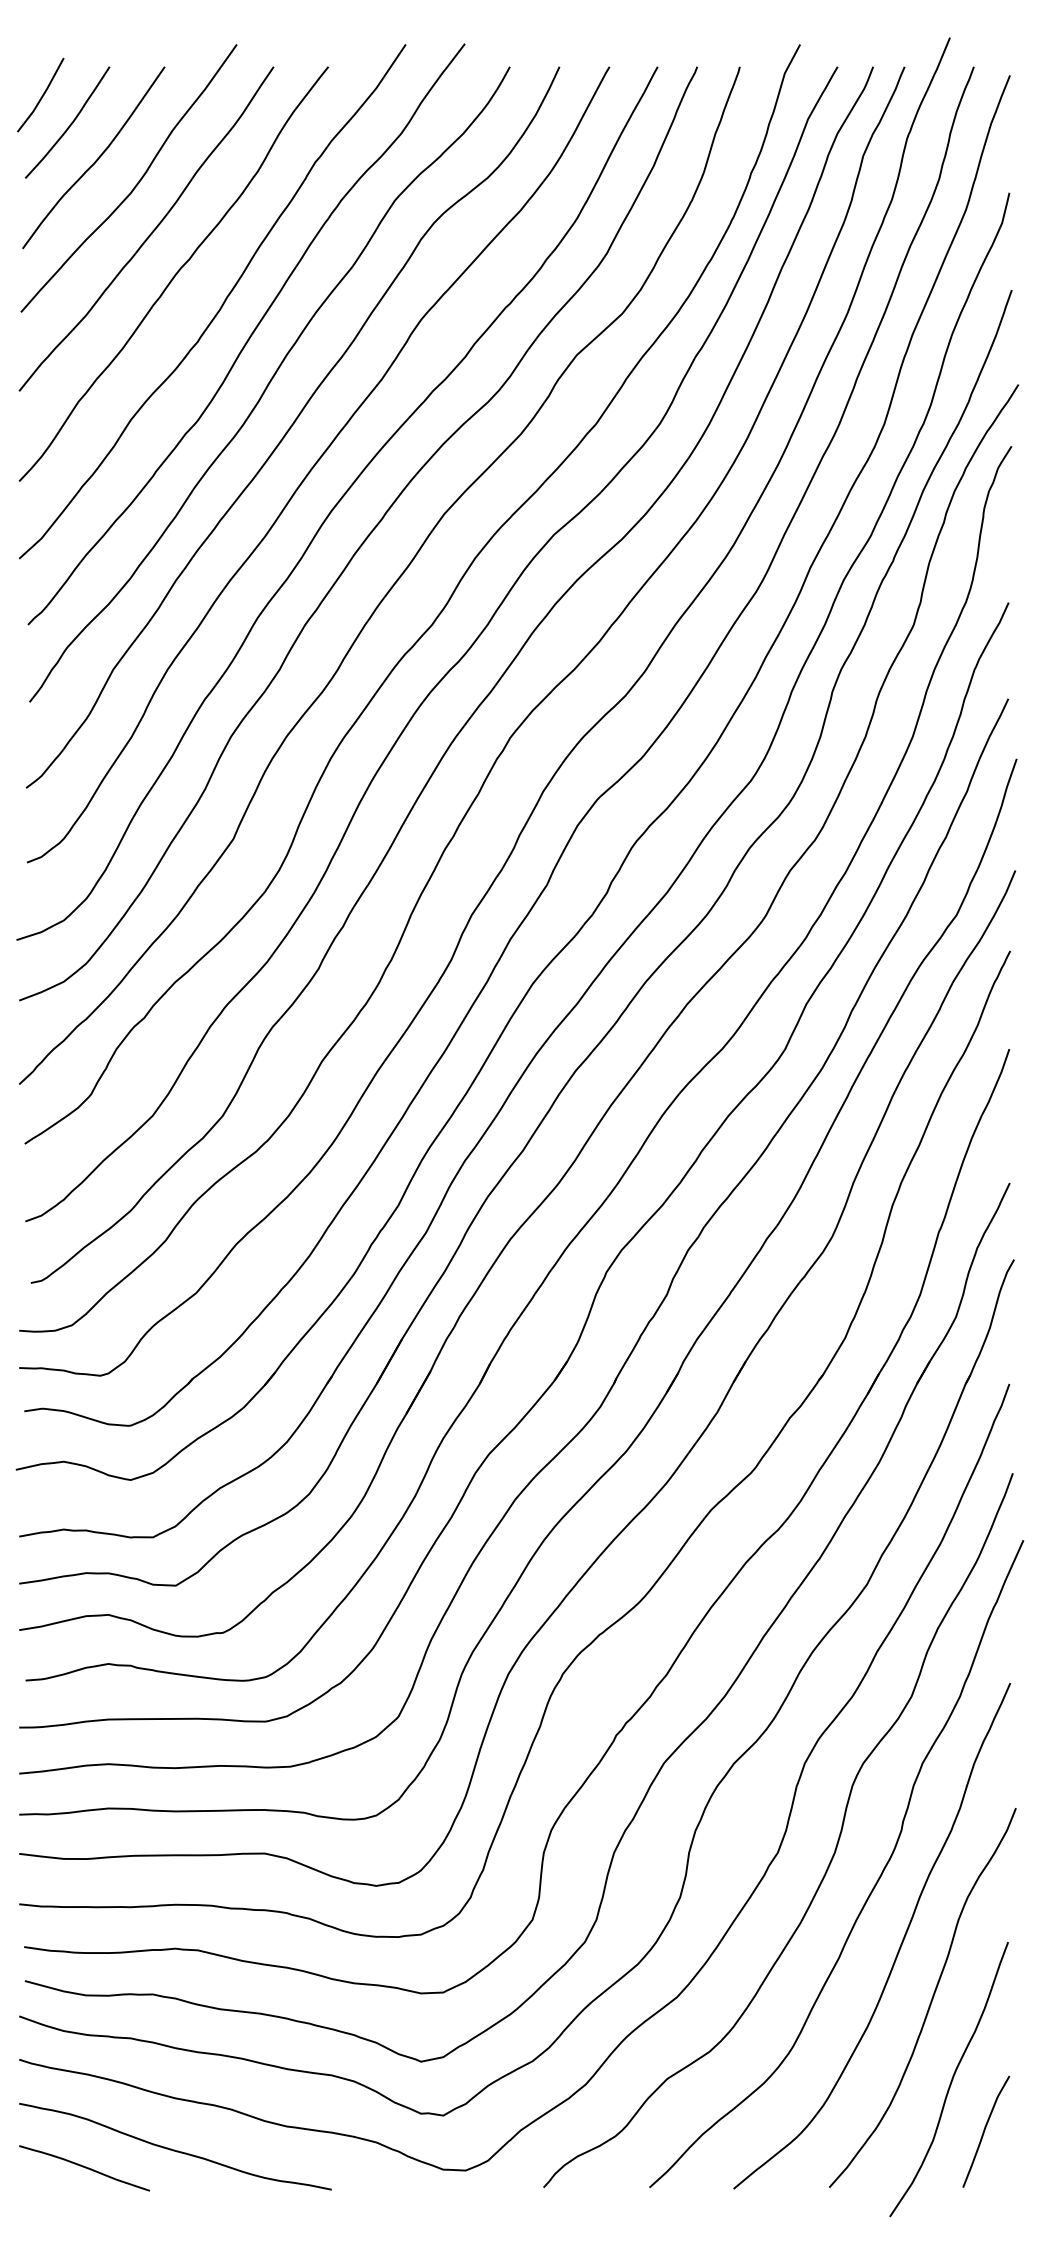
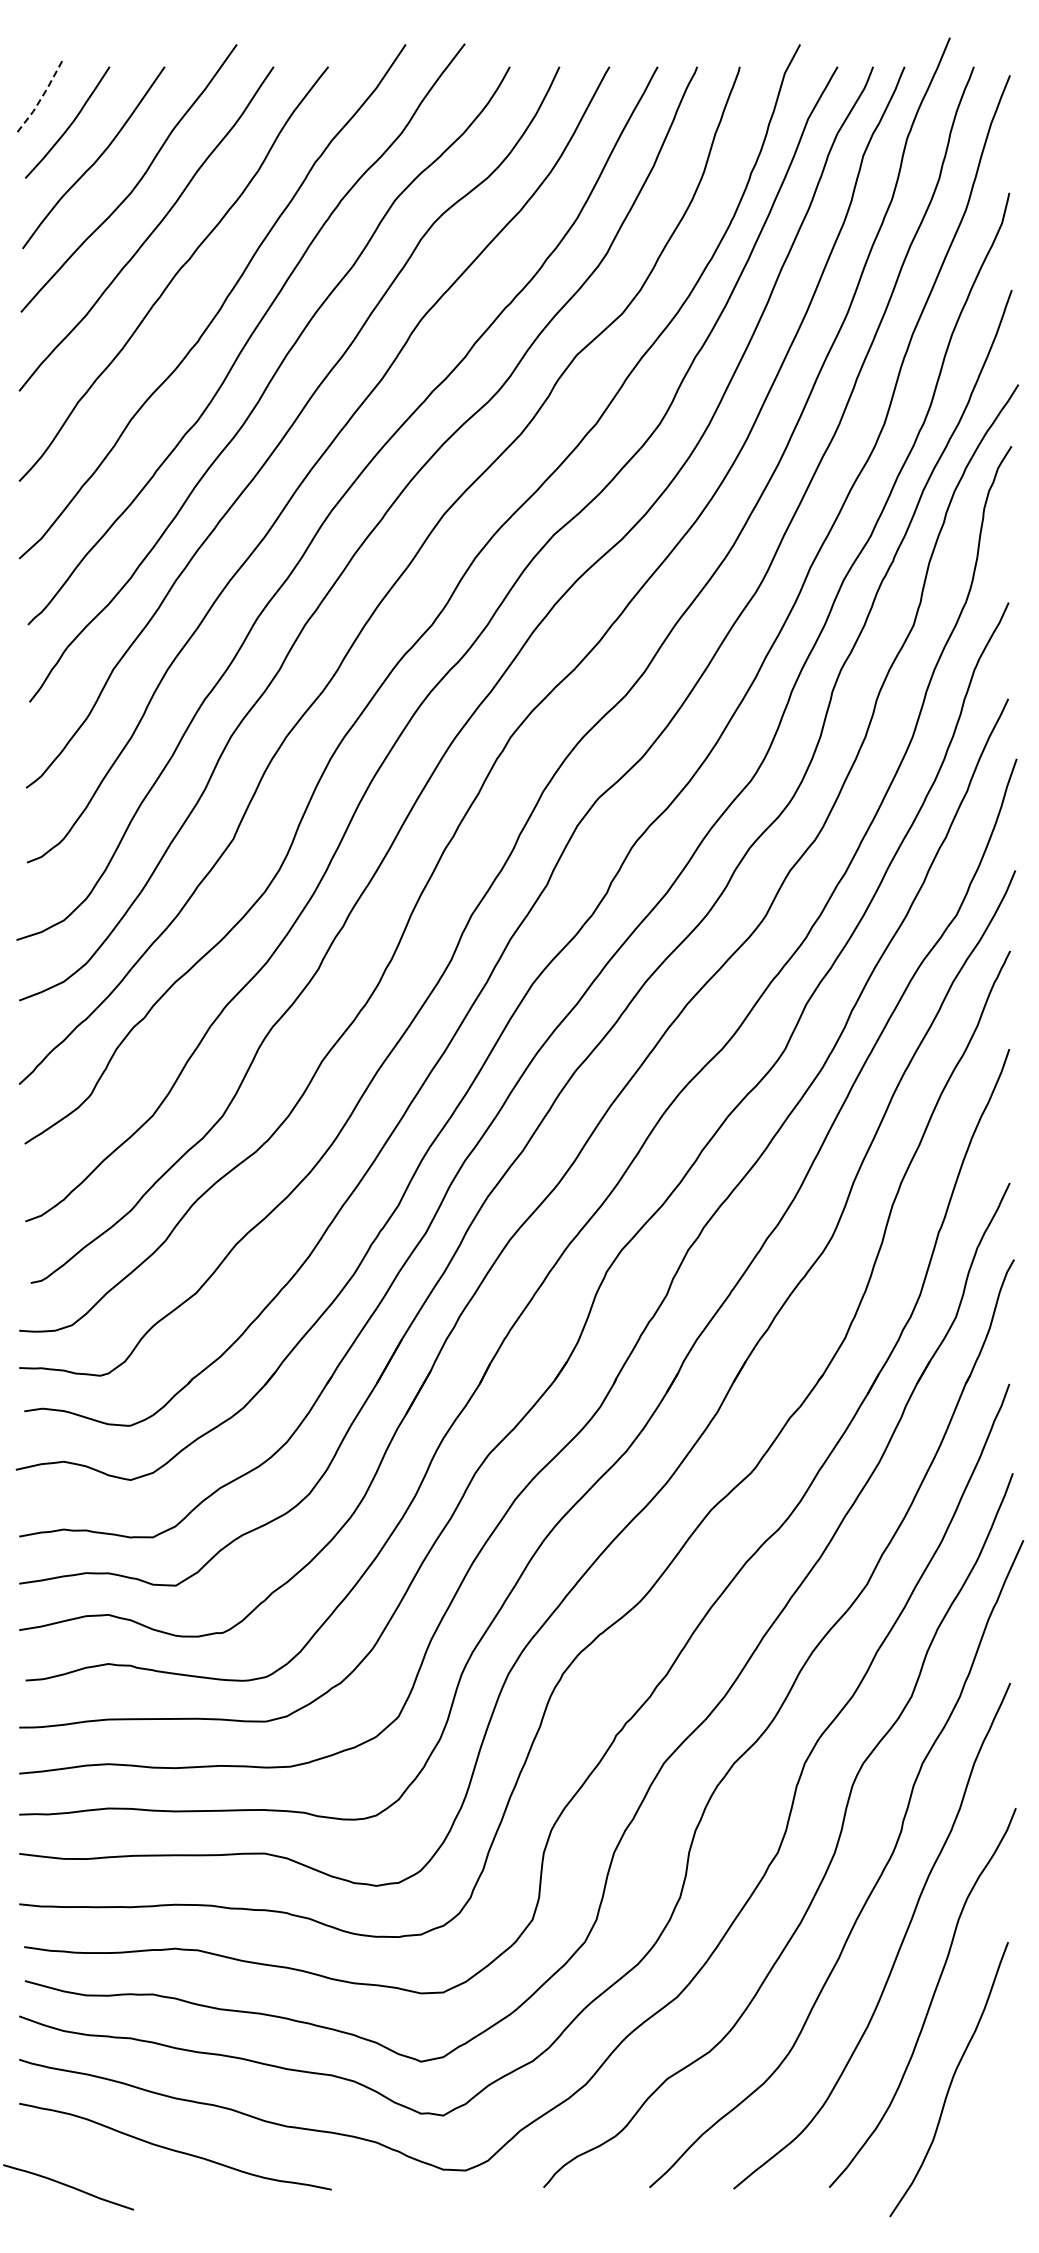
line at (42, 96): solid -> dashed
curve at (985, 2130): present -> none
curve at (84, 2167) position: (84, 2167) -> (68, 2186)
